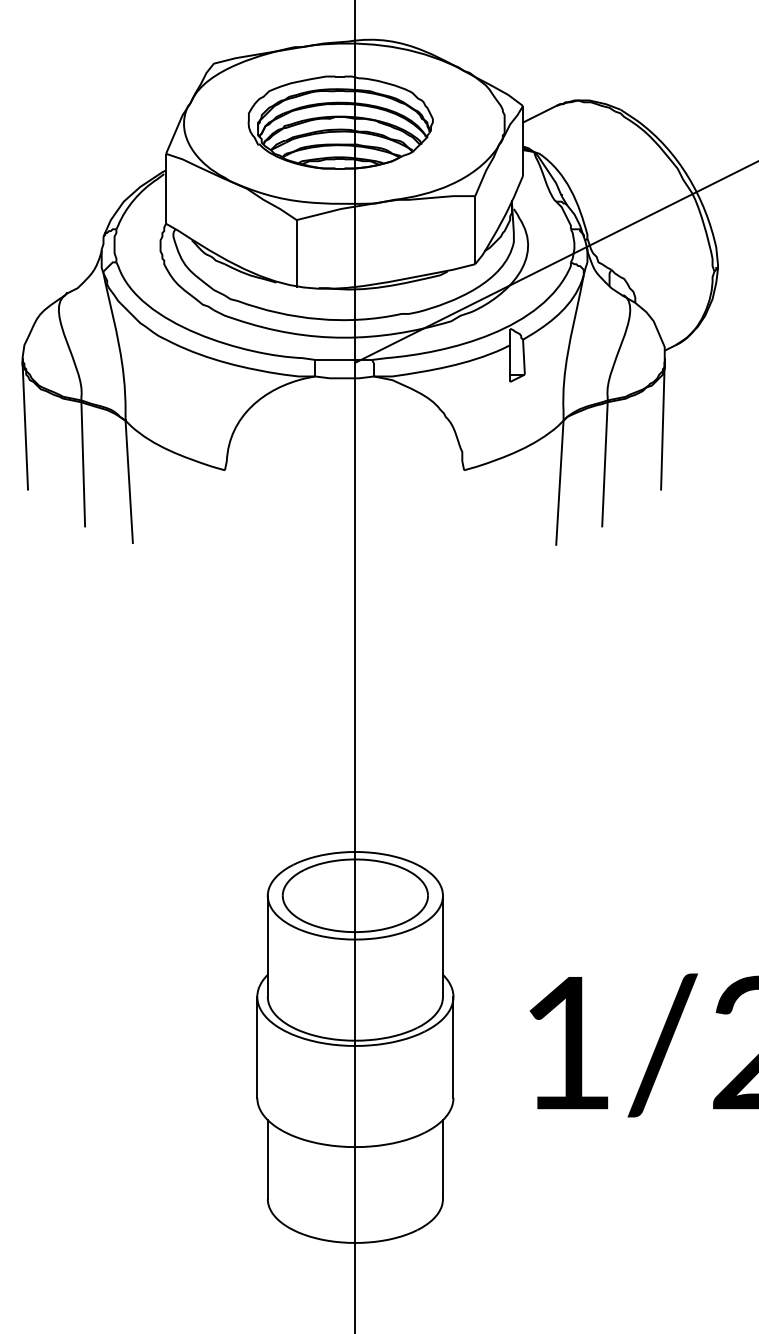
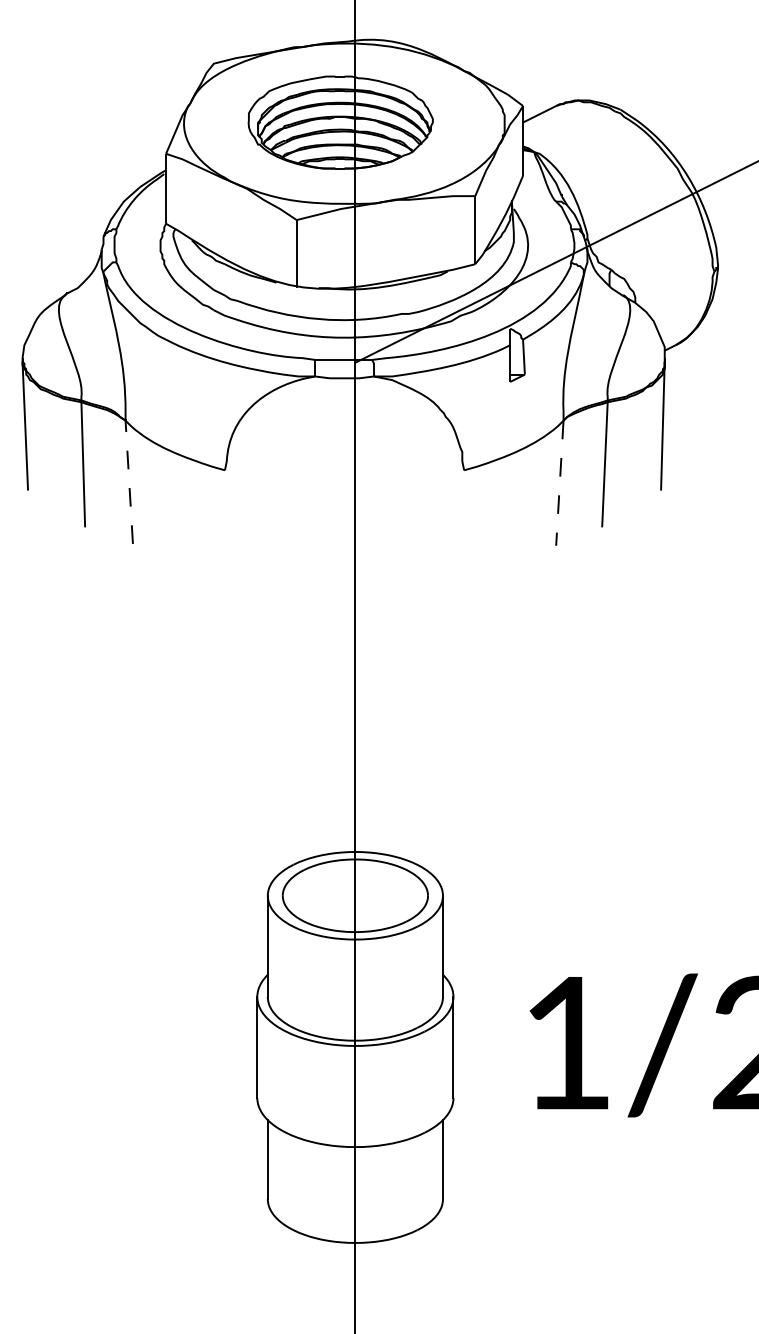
line at (129, 482): solid -> dashed
line at (559, 483): solid -> dashed
